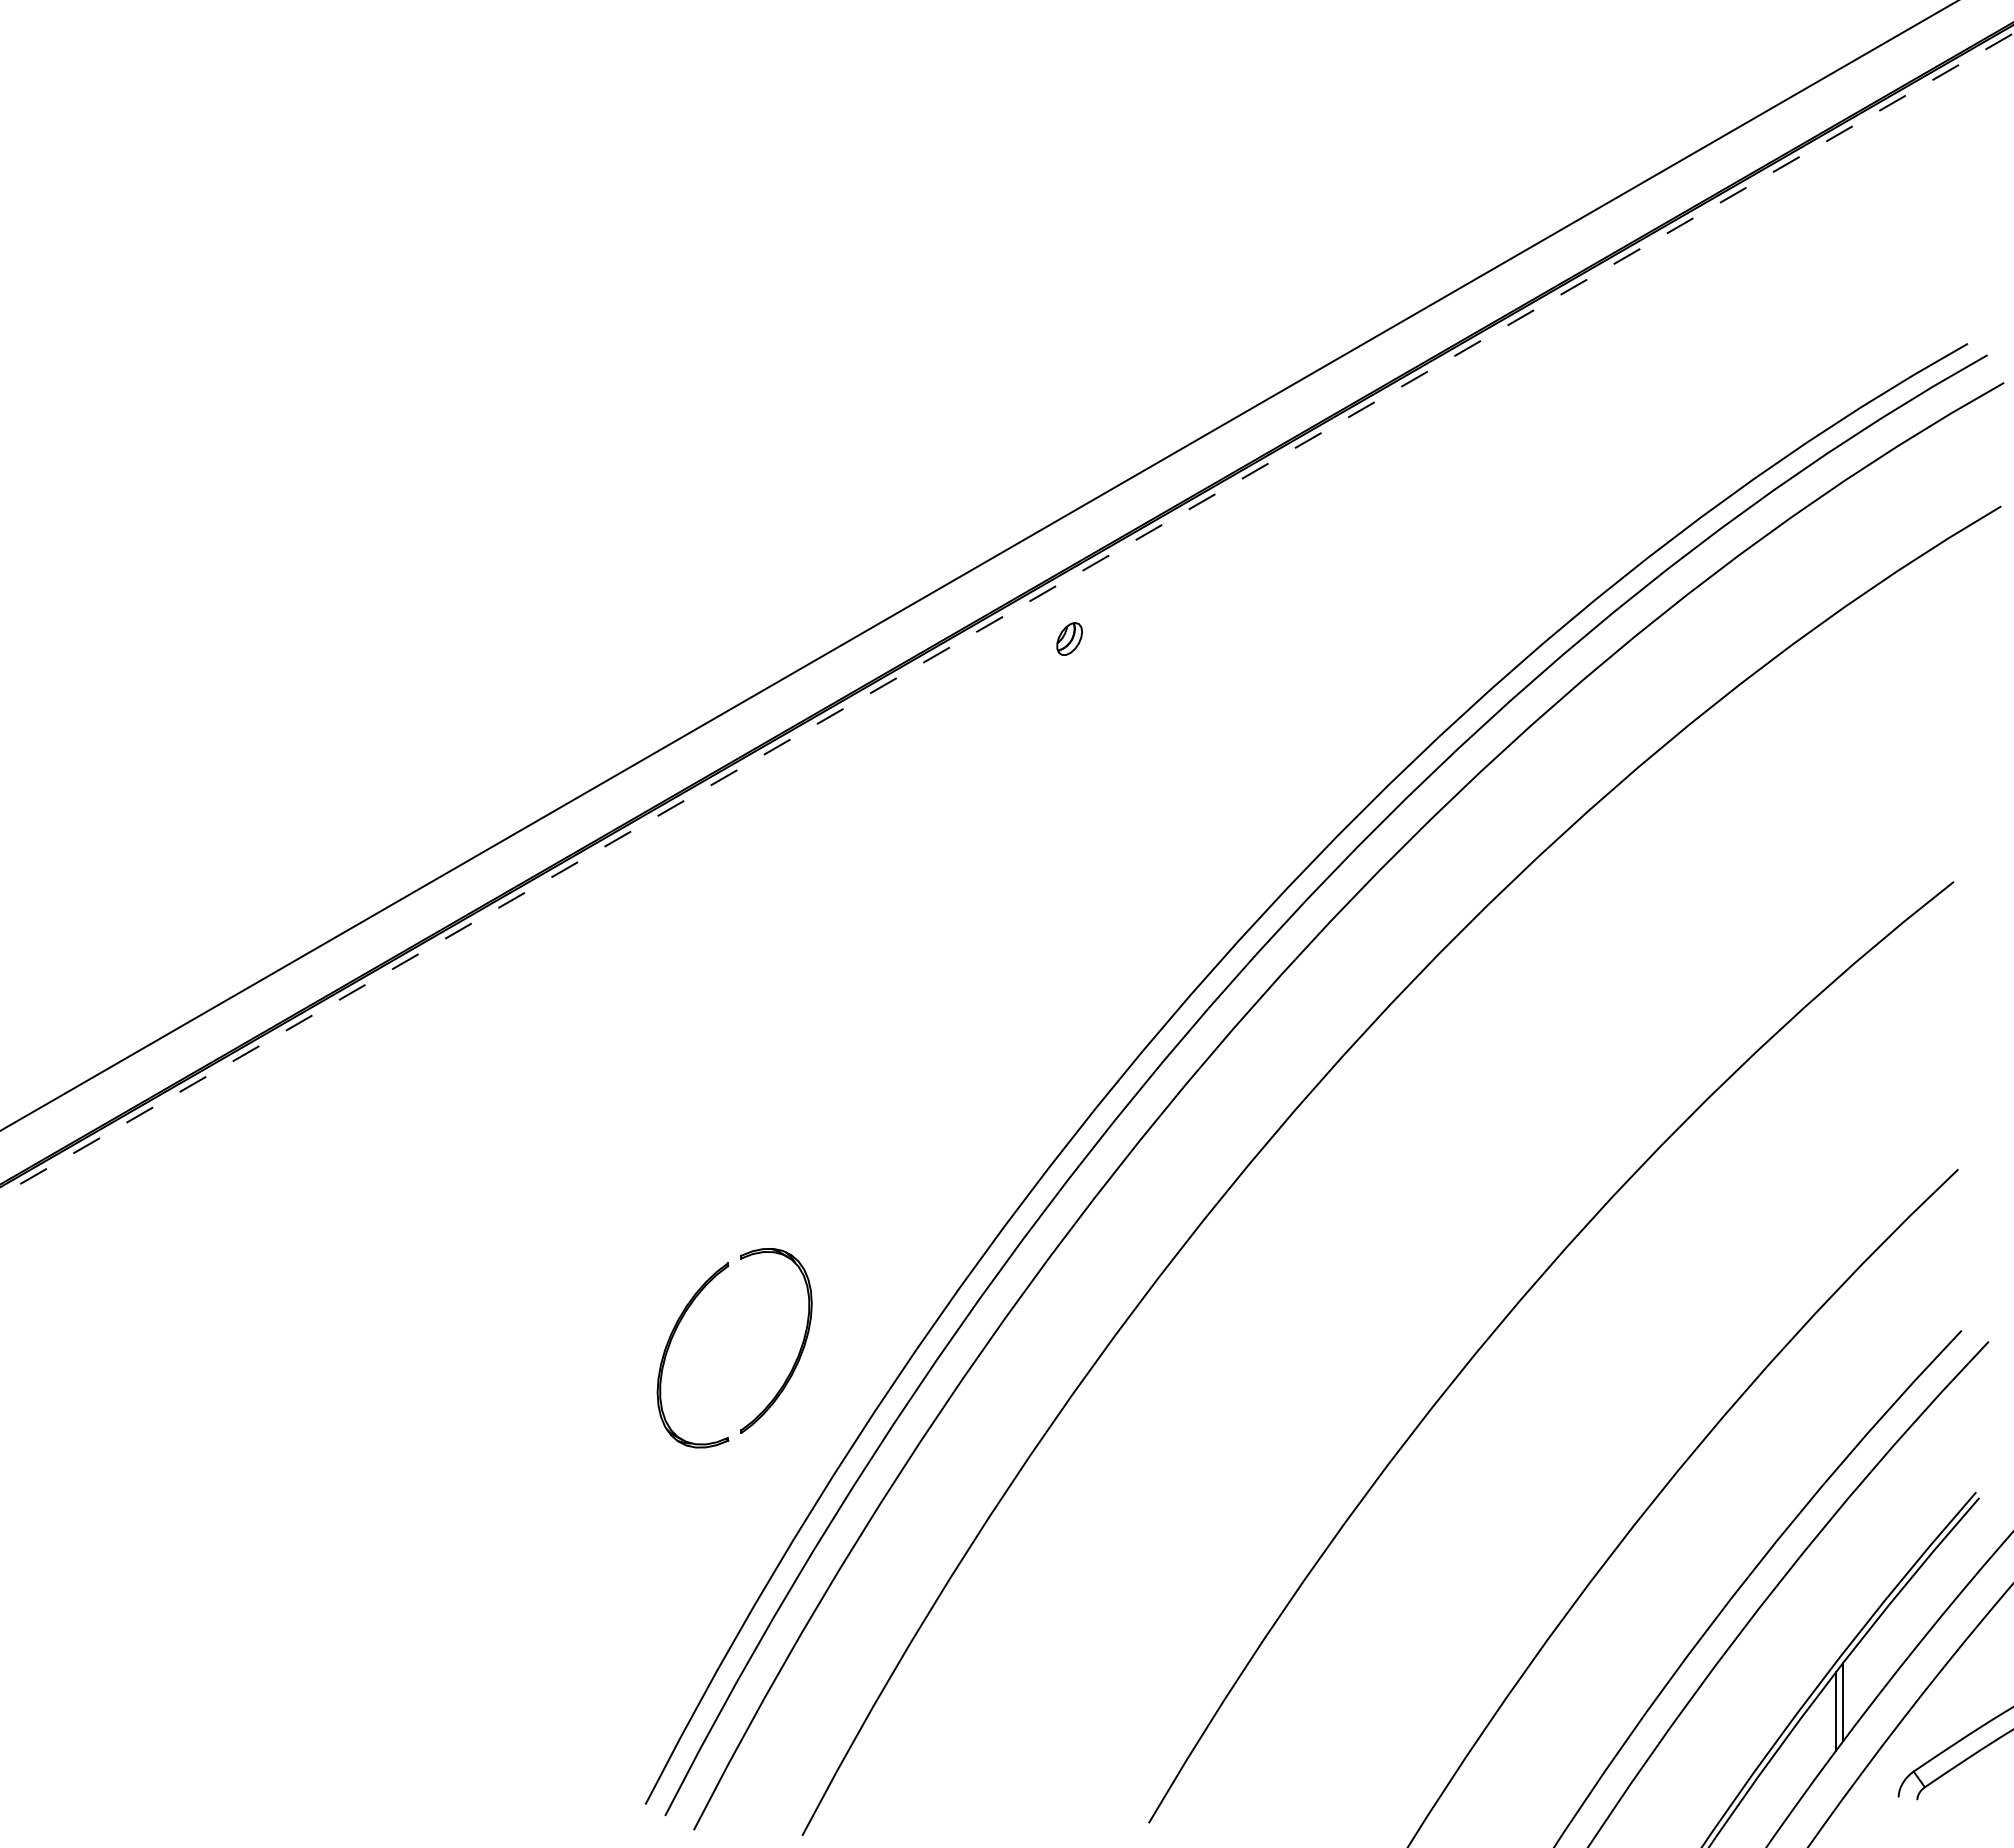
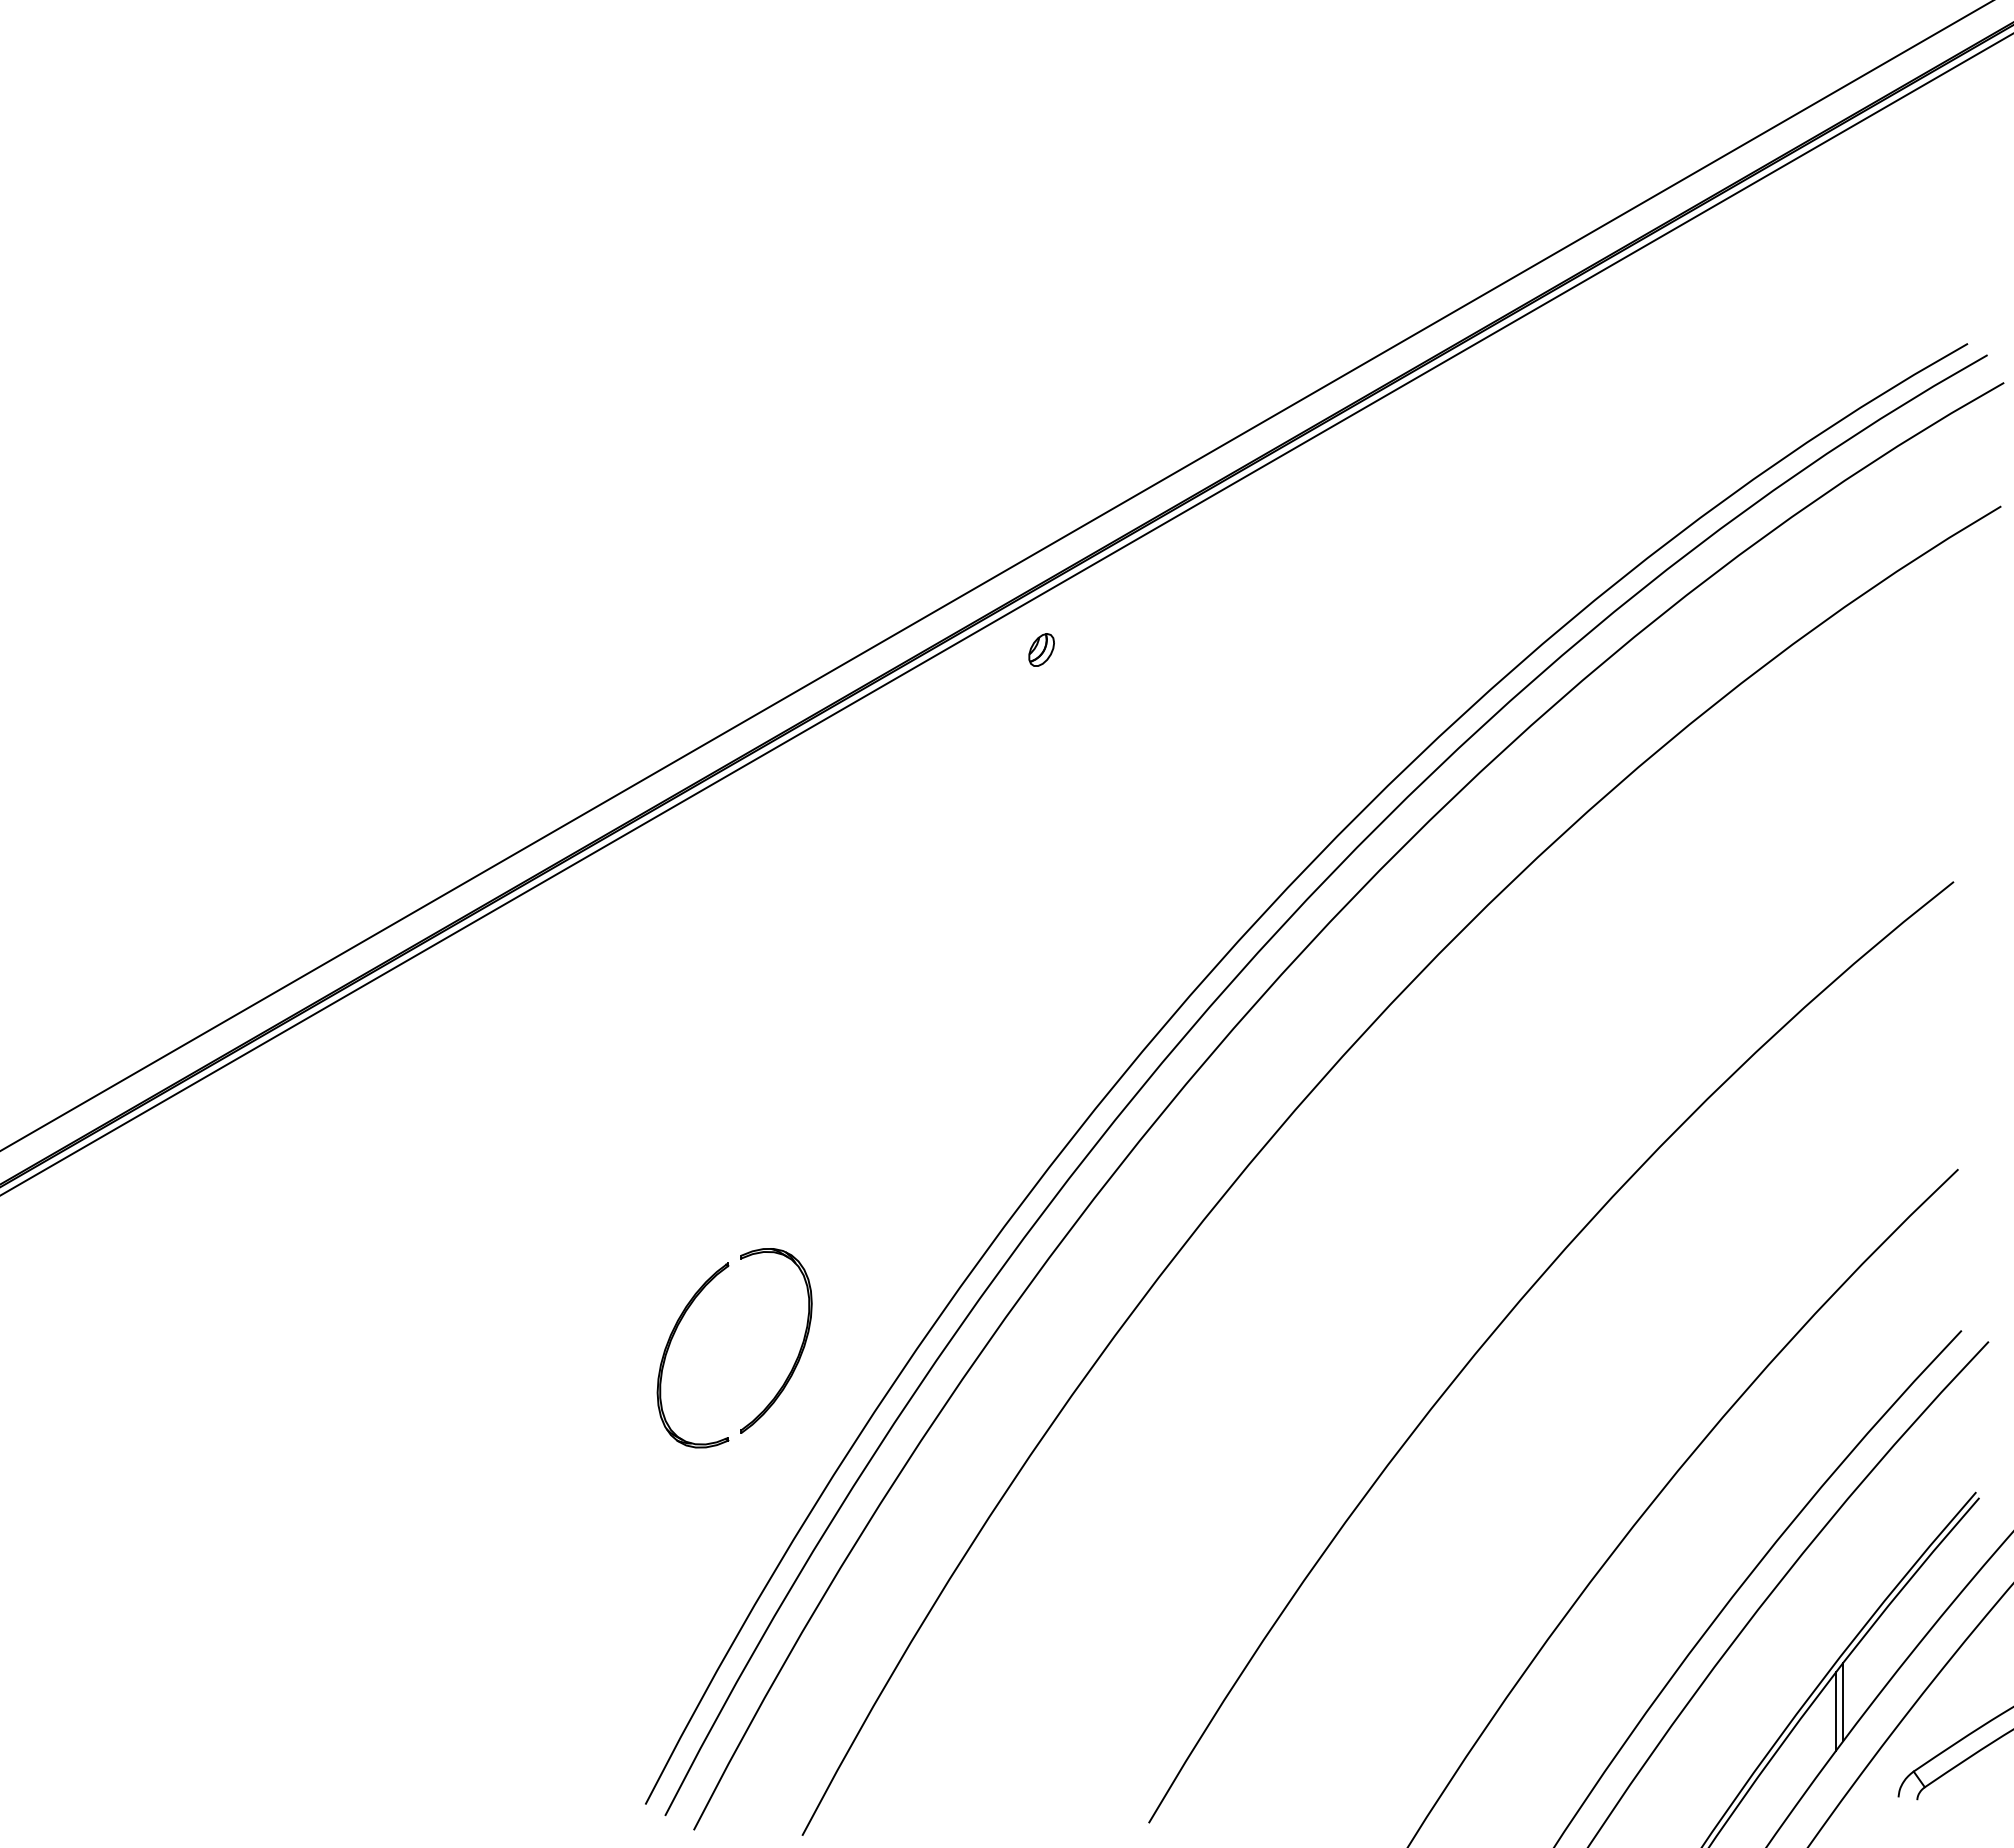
line at (978, 565) position: (978, 565) -> (996, 575)
line at (1007, 614): dashed -> solid
part at (1069, 638) position: (1069, 638) -> (1041, 649)
